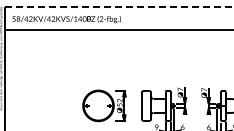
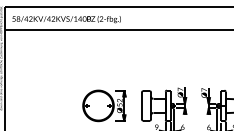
line at (119, 6): dashed -> solid
